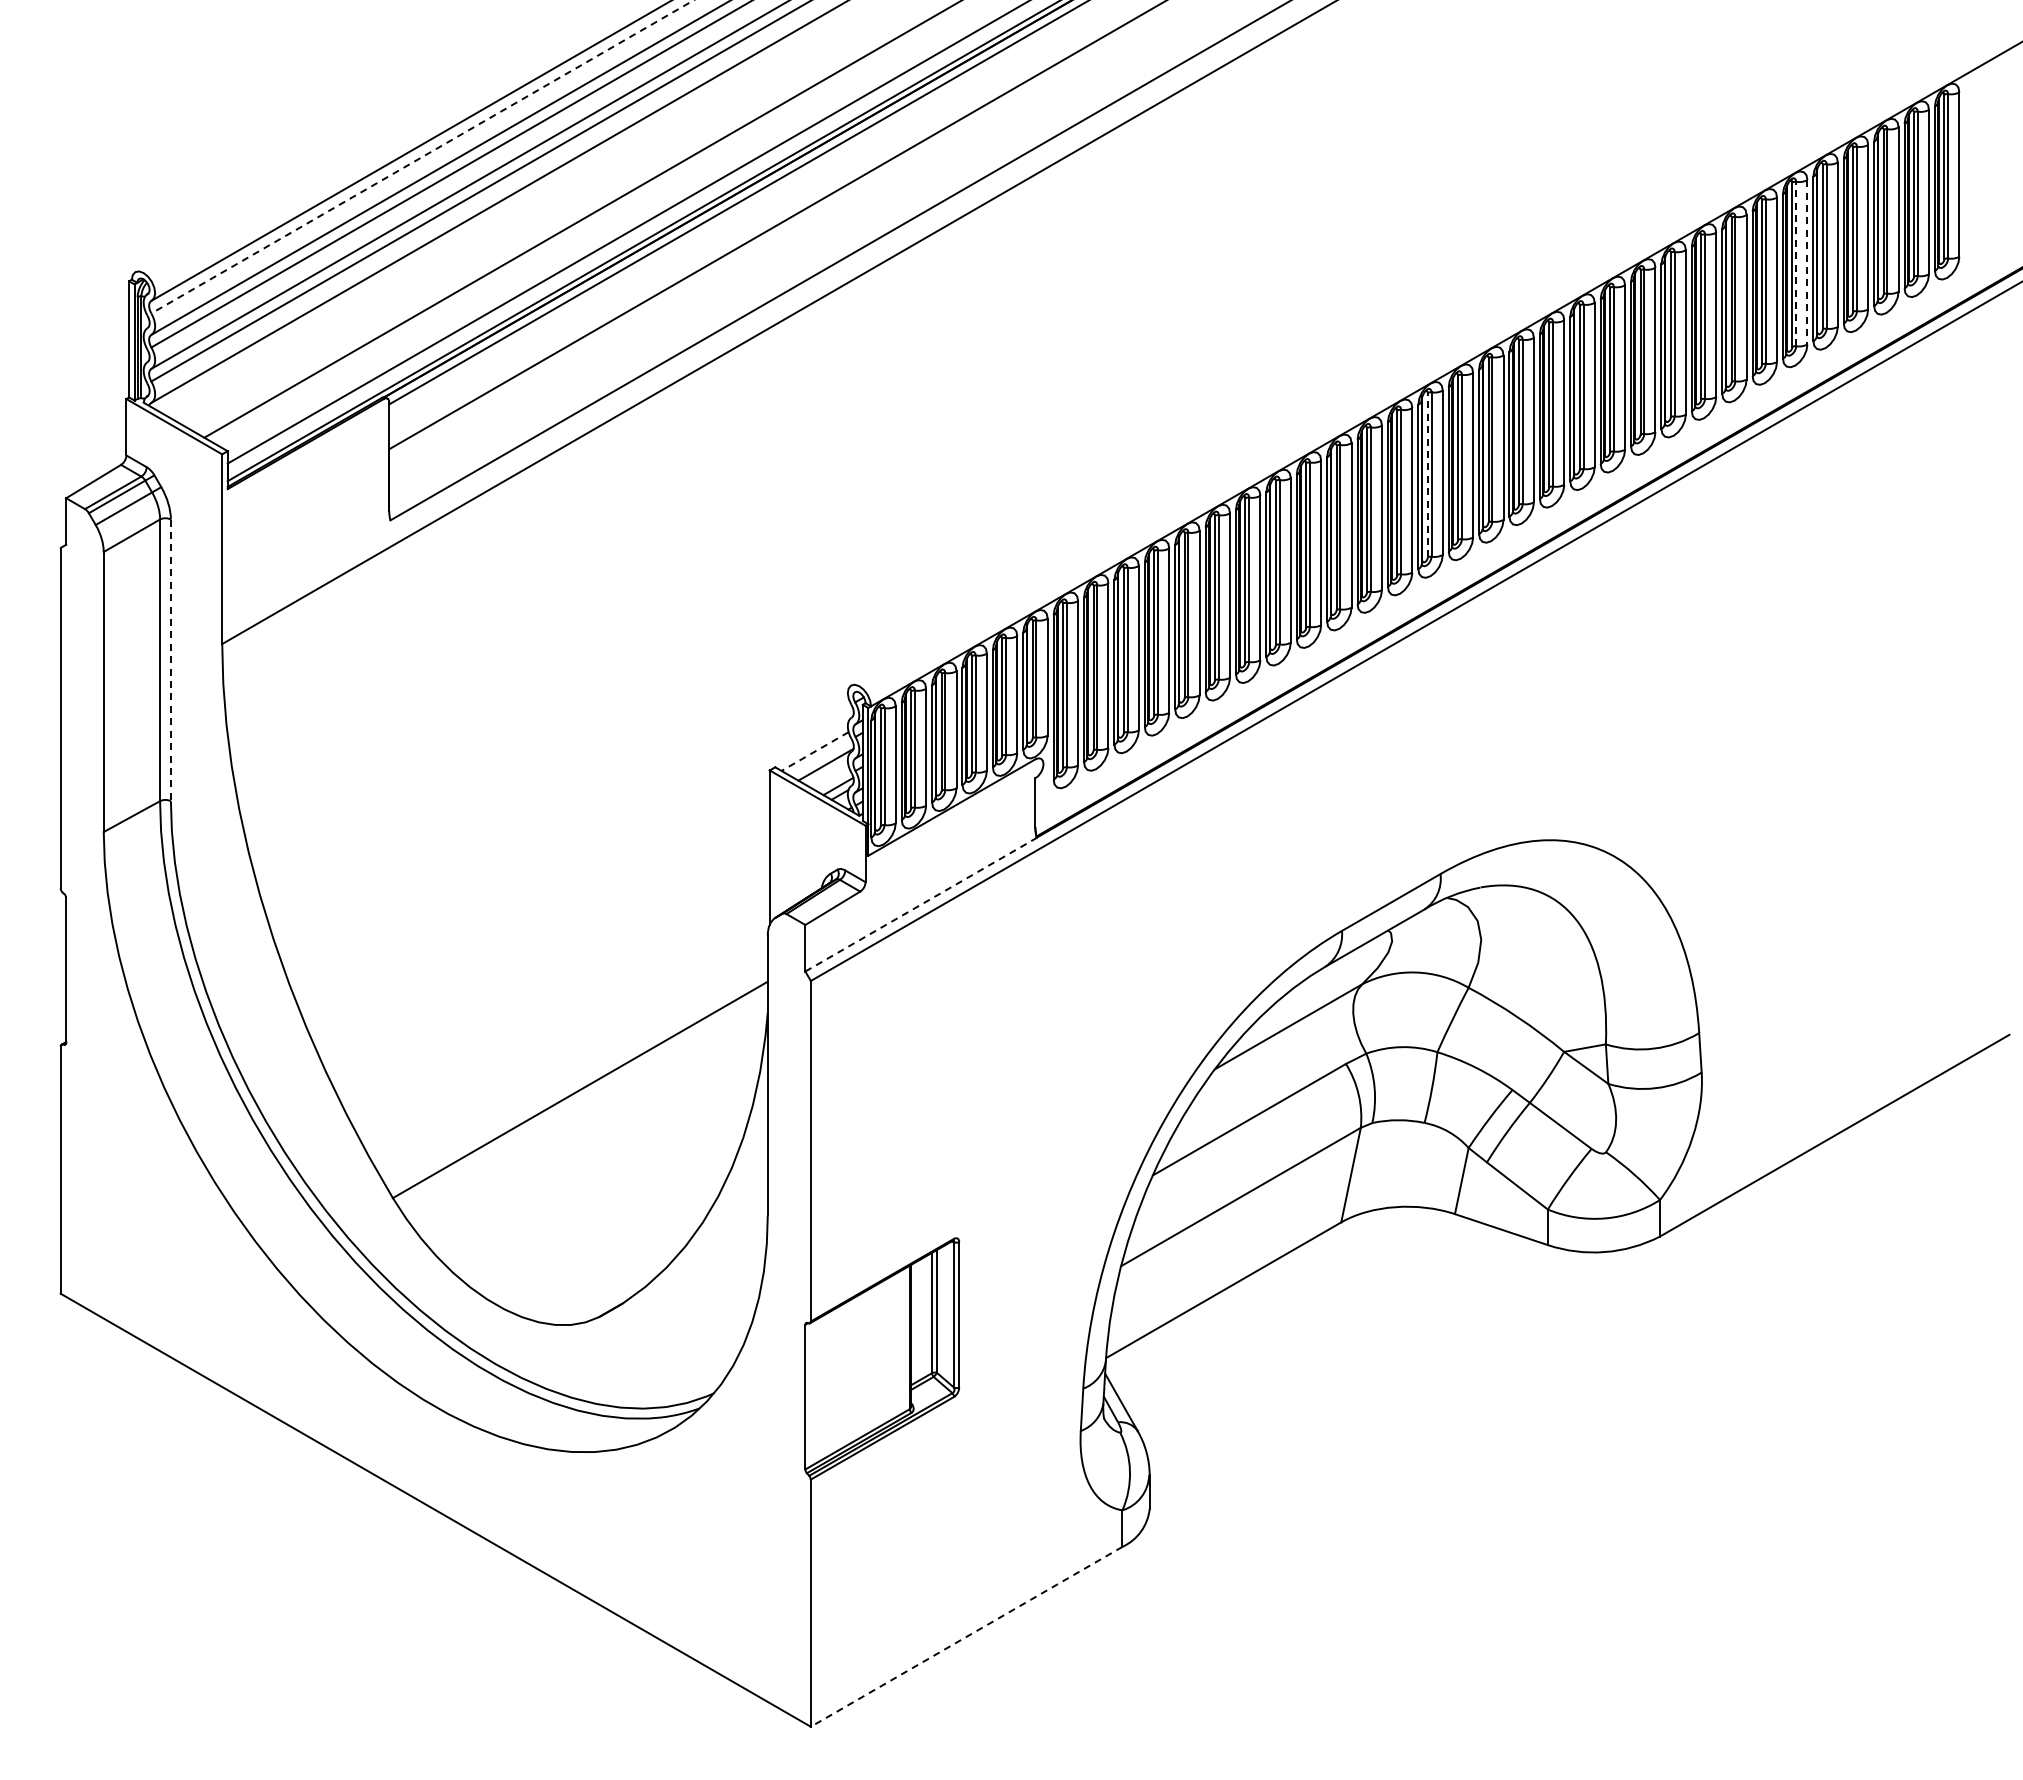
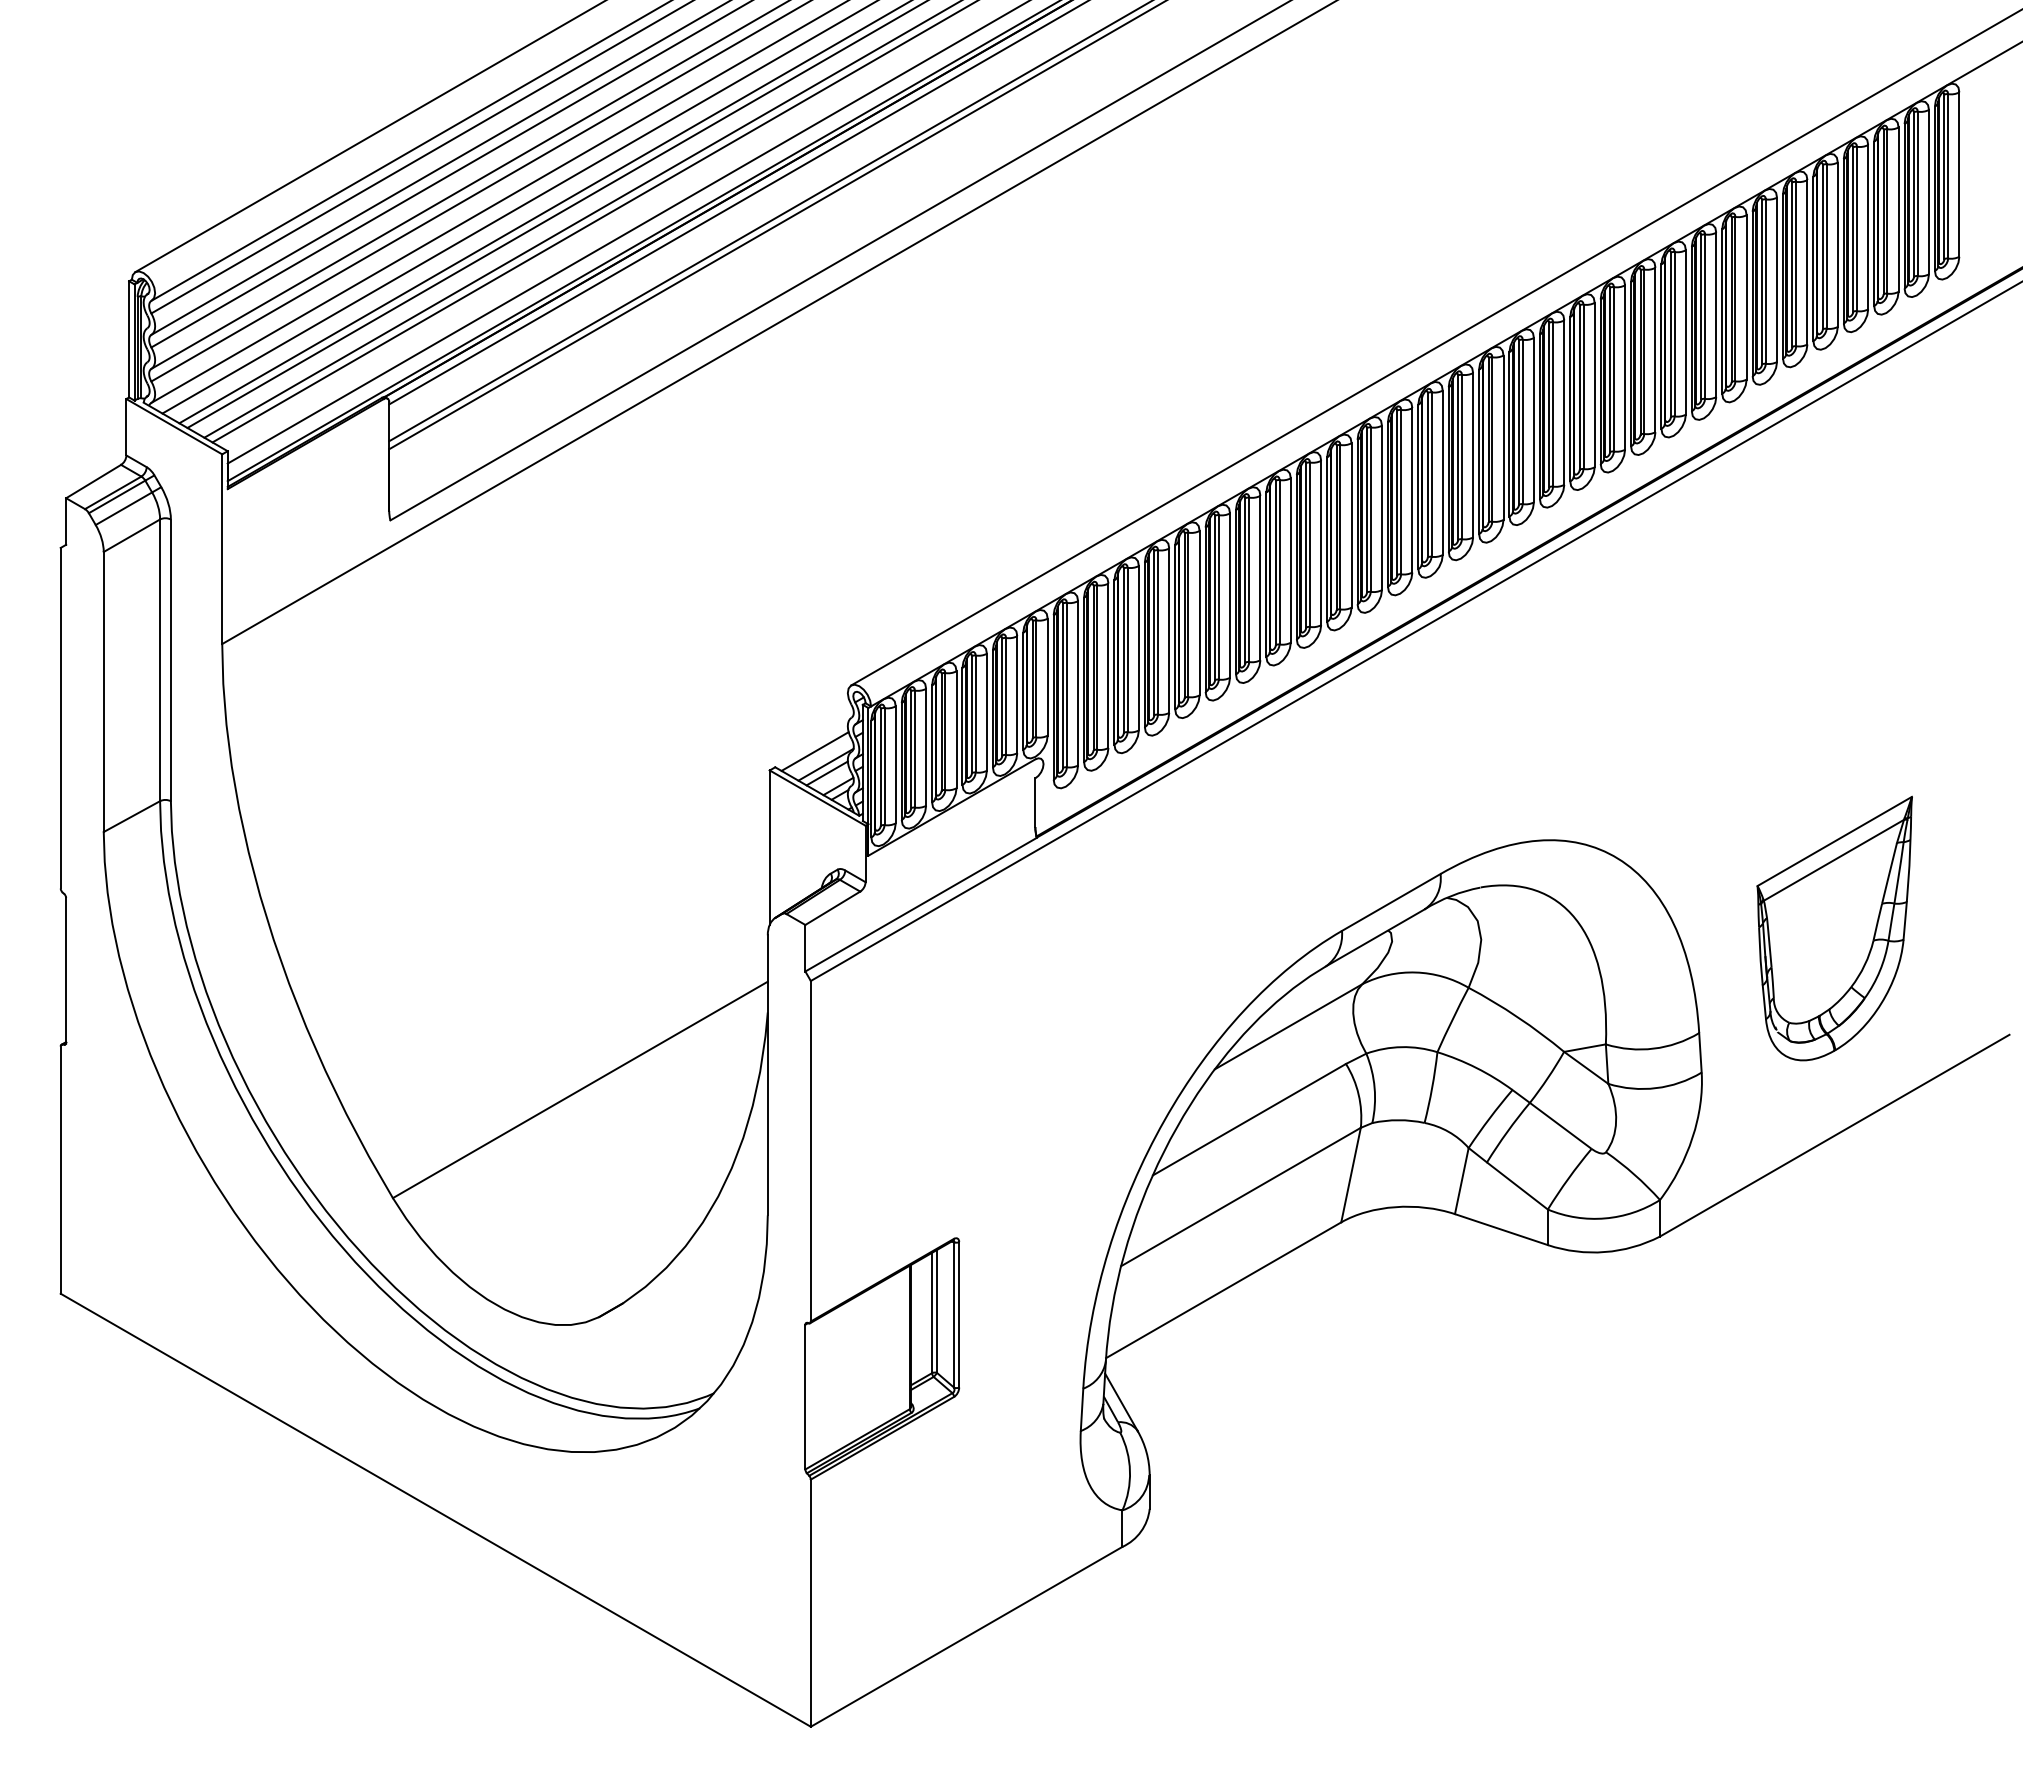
line at (369, 137): none -> present
line at (422, 156): dashed -> solid
line at (518, 207): none -> present
line at (543, 212): none -> present
line at (555, 214): none -> present
line at (769, 221): none -> present
line at (593, 222): none -> present
line at (1807, 262): dashed -> solid
line at (1796, 263): dashed -> solid
line at (1435, 347): none -> present
line at (1427, 474): dashed -> solid
line at (170, 660): dashed -> solid
line at (815, 751): dashed -> solid
line at (826, 773): none -> present
line at (921, 904): dashed -> solid
part at (1834, 928): none -> present
line at (966, 1636): dashed -> solid
